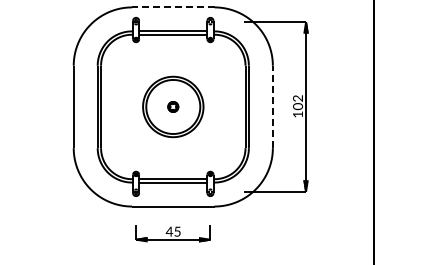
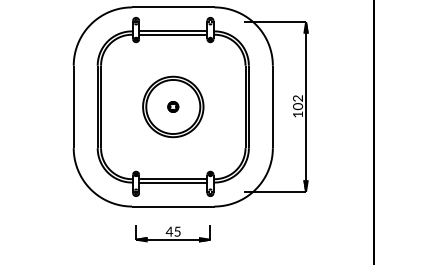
line at (172, 7): dashed -> solid
line at (272, 106): dashed -> solid
